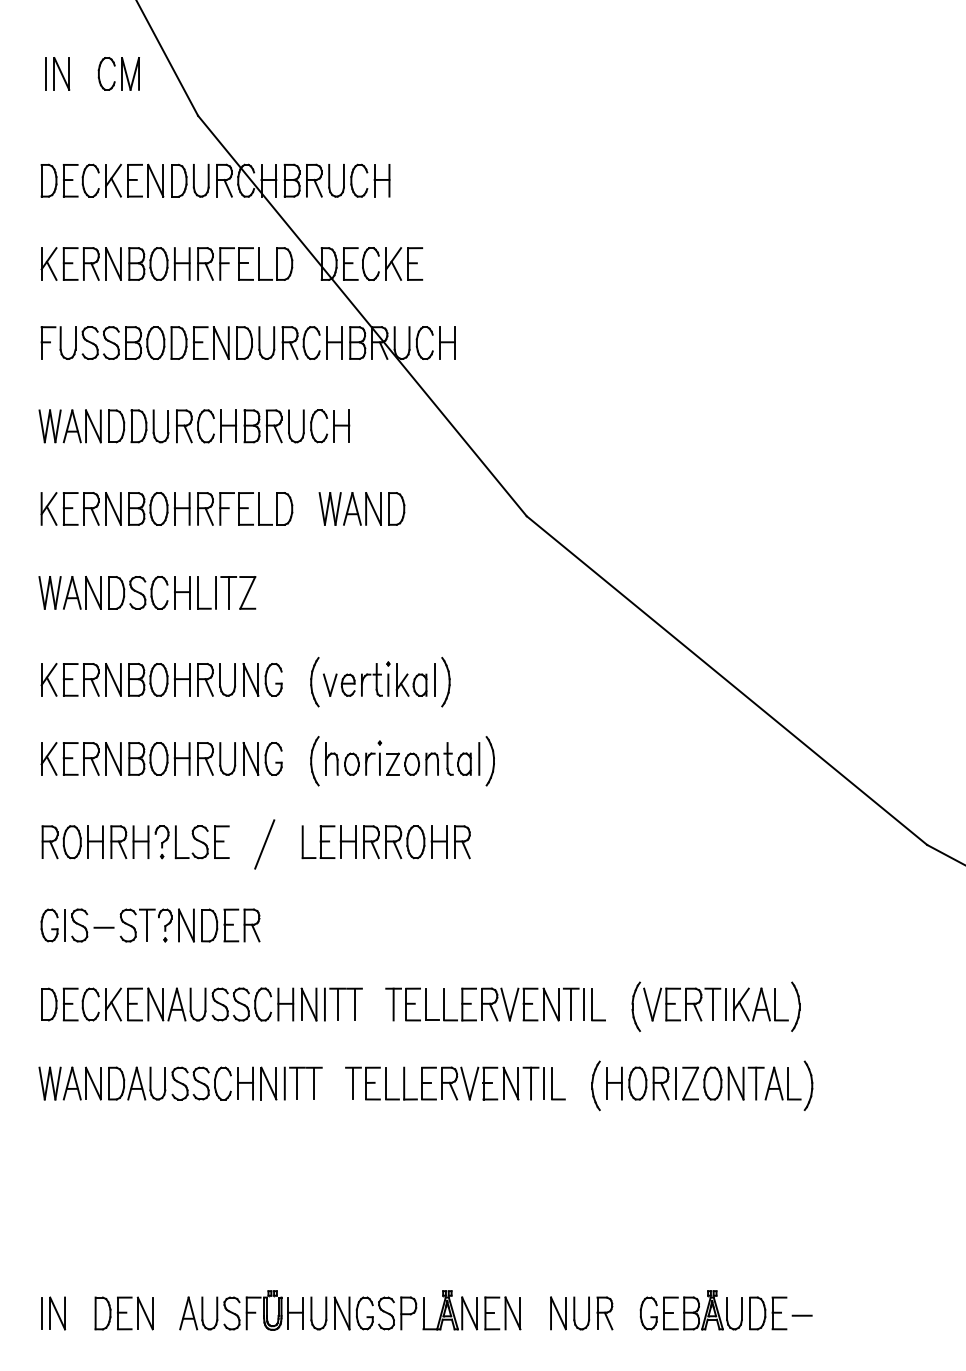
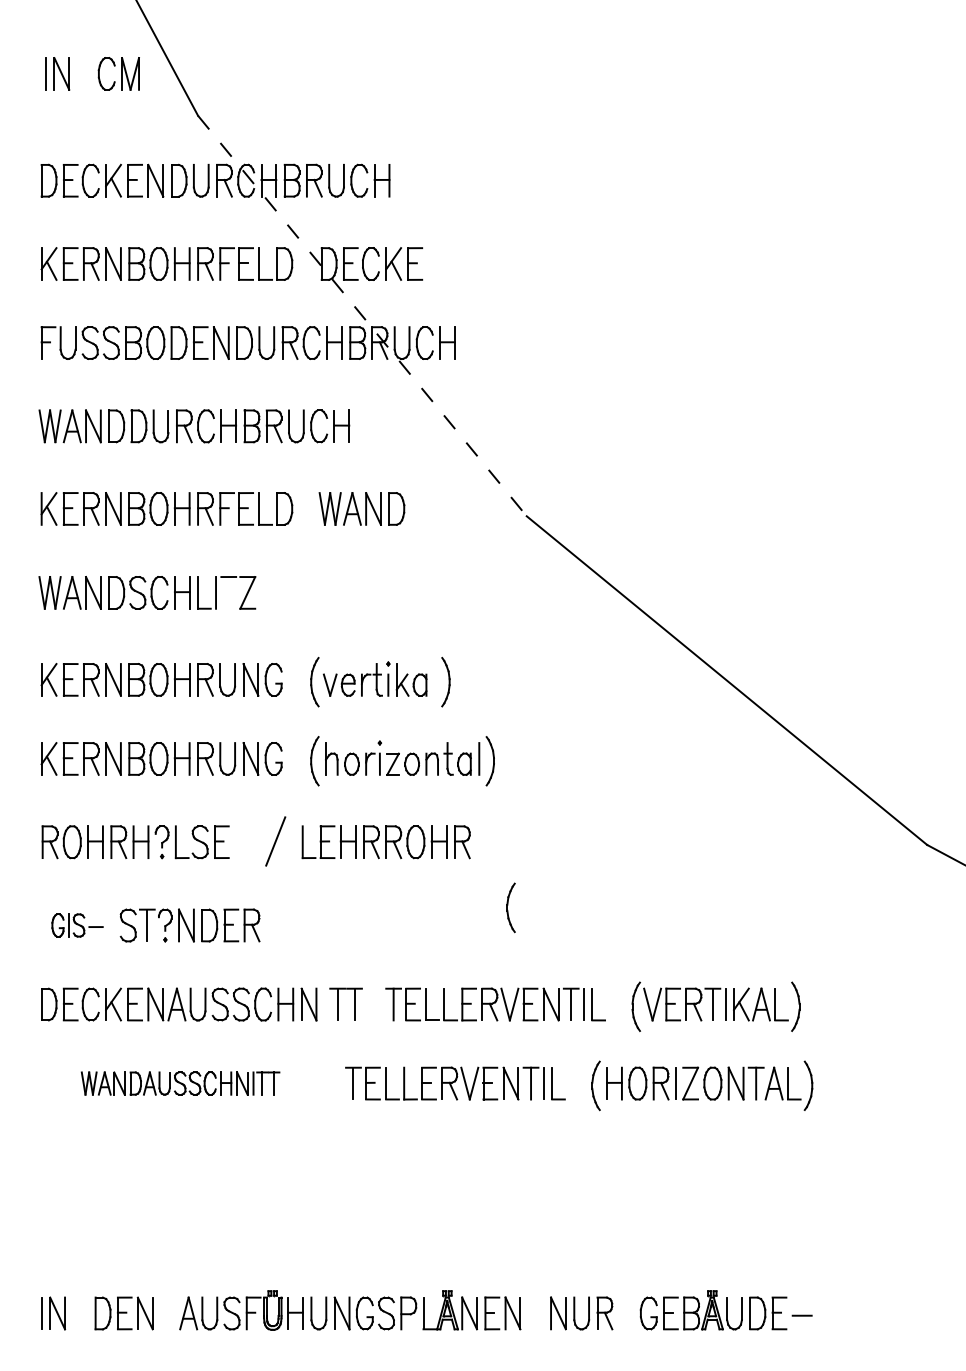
line at (362, 316): solid -> dashed
line at (228, 592): present -> none
line at (434, 679): present -> none
line at (264, 844) position: (264, 844) -> (275, 841)
part at (510, 907): none -> present
part at (77, 925) size: 75x35 px -> 53x25 px
line at (324, 1004): present -> none
part at (180, 1083) size: 285x35 px -> 201x25 px
